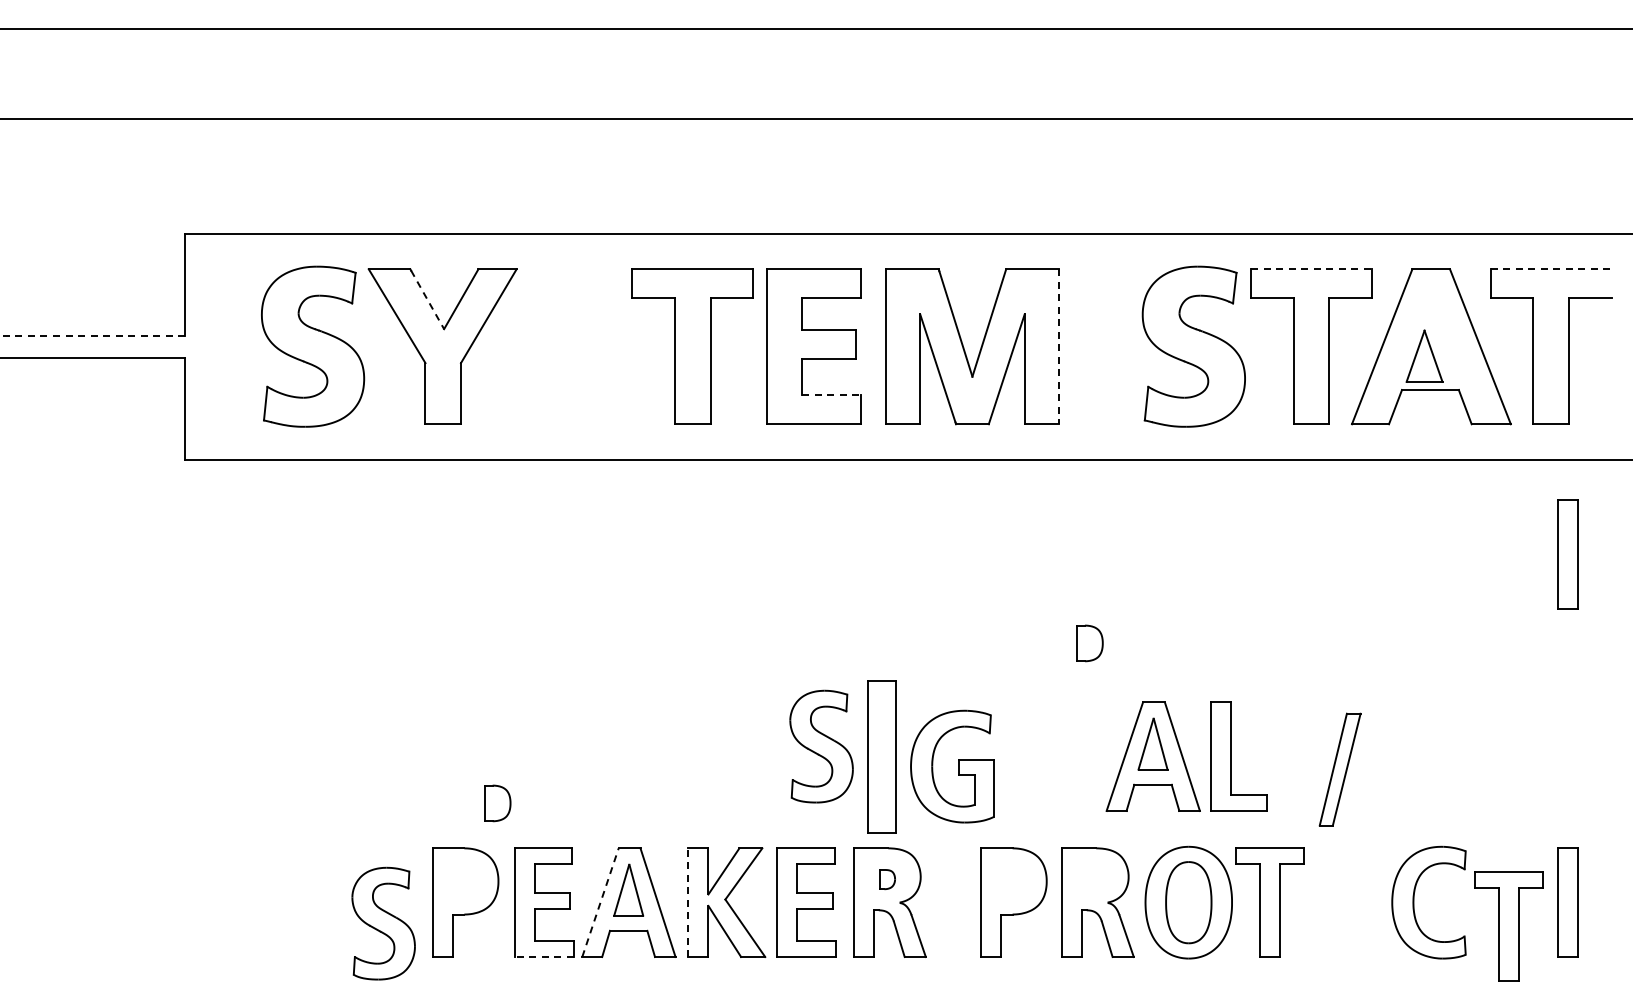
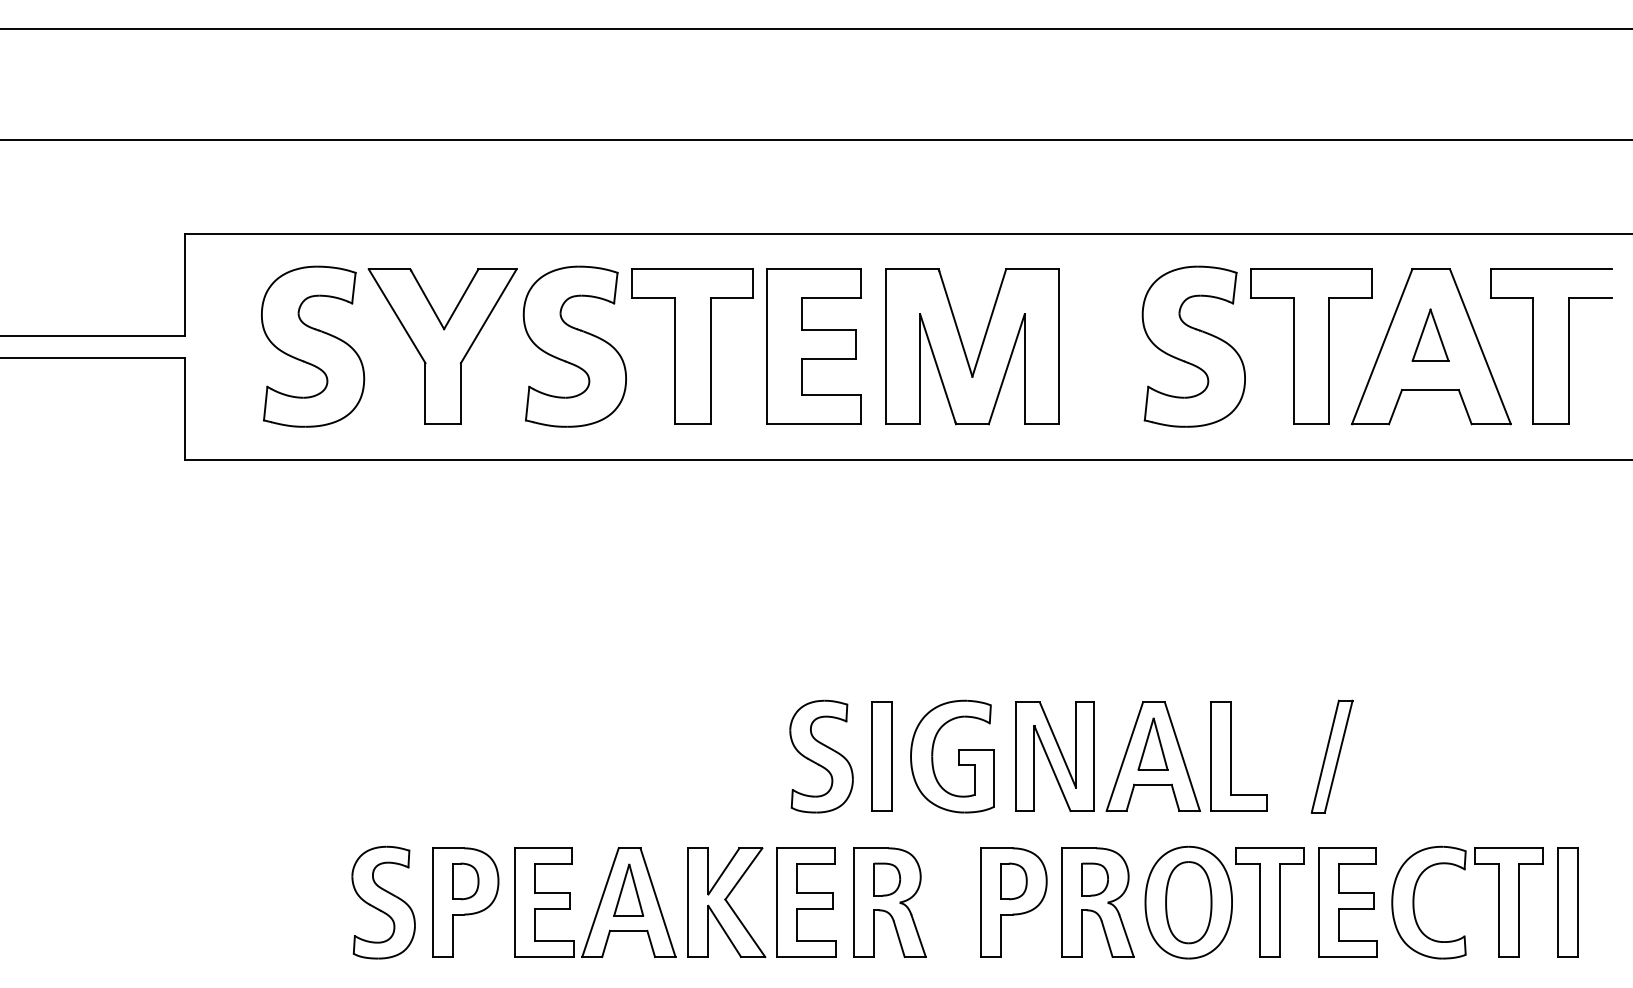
line at (815, 118) position: (815, 118) -> (815, 139)
line at (1311, 269): dashed -> solid
line at (1551, 269): dashed -> solid
line at (427, 299): dashed -> solid
line at (92, 335): dashed -> solid
part at (574, 346): none -> present
line at (1058, 346): dashed -> solid
part at (1424, 355) position: (1424, 355) -> (1430, 334)
line at (832, 395): dashed -> solid
part at (1567, 554): present -> none
part at (1089, 643) position: (1089, 643) -> (1013, 881)
part at (821, 746) position: (821, 746) -> (821, 756)
part at (881, 756) size: 30x154 px -> 22x111 px
part at (1054, 756): none -> present
part at (952, 766) position: (952, 766) -> (952, 756)
part at (1339, 769) position: (1339, 769) -> (1331, 756)
part at (497, 803) position: (497, 803) -> (465, 881)
part at (887, 879) size: 17x22 px -> 29x35 px
part at (1094, 879): none -> present
line at (600, 902): dashed -> solid
line at (688, 902): dashed -> solid
part at (1347, 902): none -> present
part at (383, 923) position: (383, 923) -> (383, 902)
part at (1508, 926) position: (1508, 926) -> (1508, 902)
line at (543, 957): dashed -> solid
